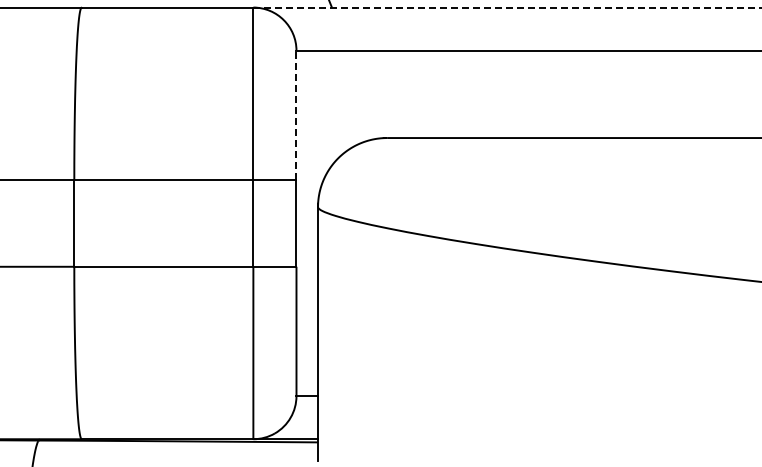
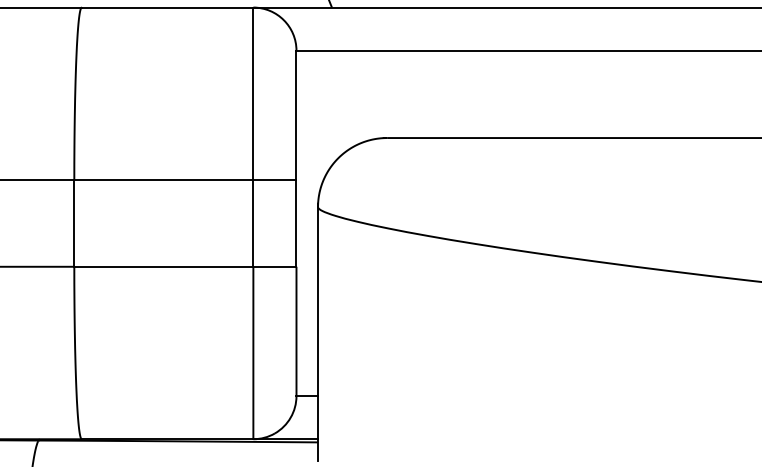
line at (508, 7): dashed -> solid
line at (296, 115): dashed -> solid
